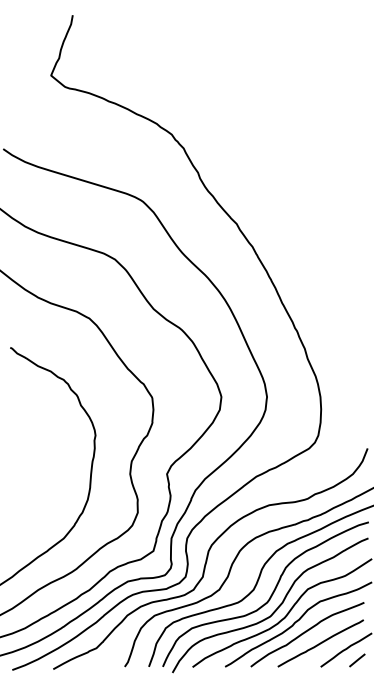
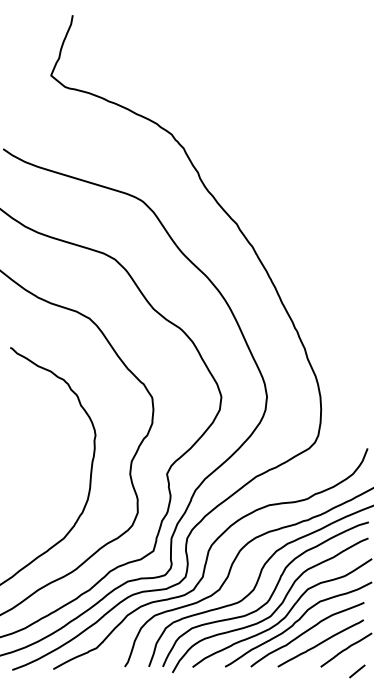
line at (357, 660) position: (357, 660) -> (357, 671)
